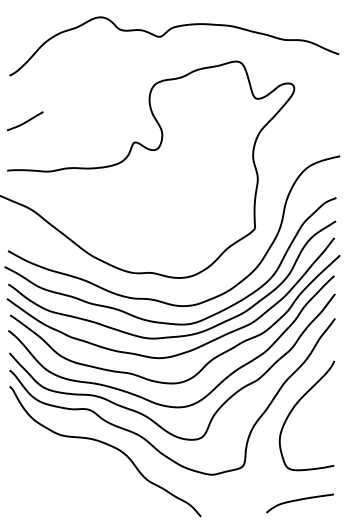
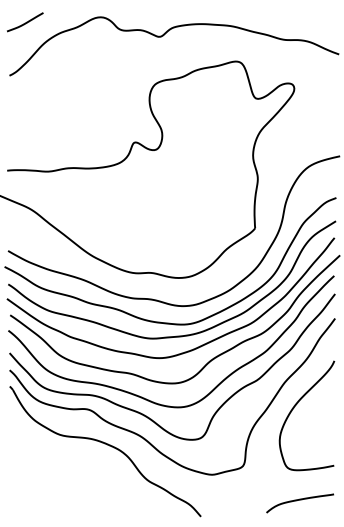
curve at (25, 121) position: (25, 121) -> (25, 22)
